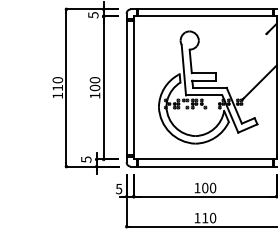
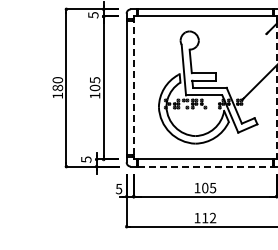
text at (94, 80): 100 -> 105
text at (57, 87): 110 -> 180
line at (133, 87): solid -> dashed
line at (276, 88): solid -> dashed
line at (205, 166): solid -> dashed
text at (212, 187): 100 -> 105
text at (212, 218): 110 -> 112
